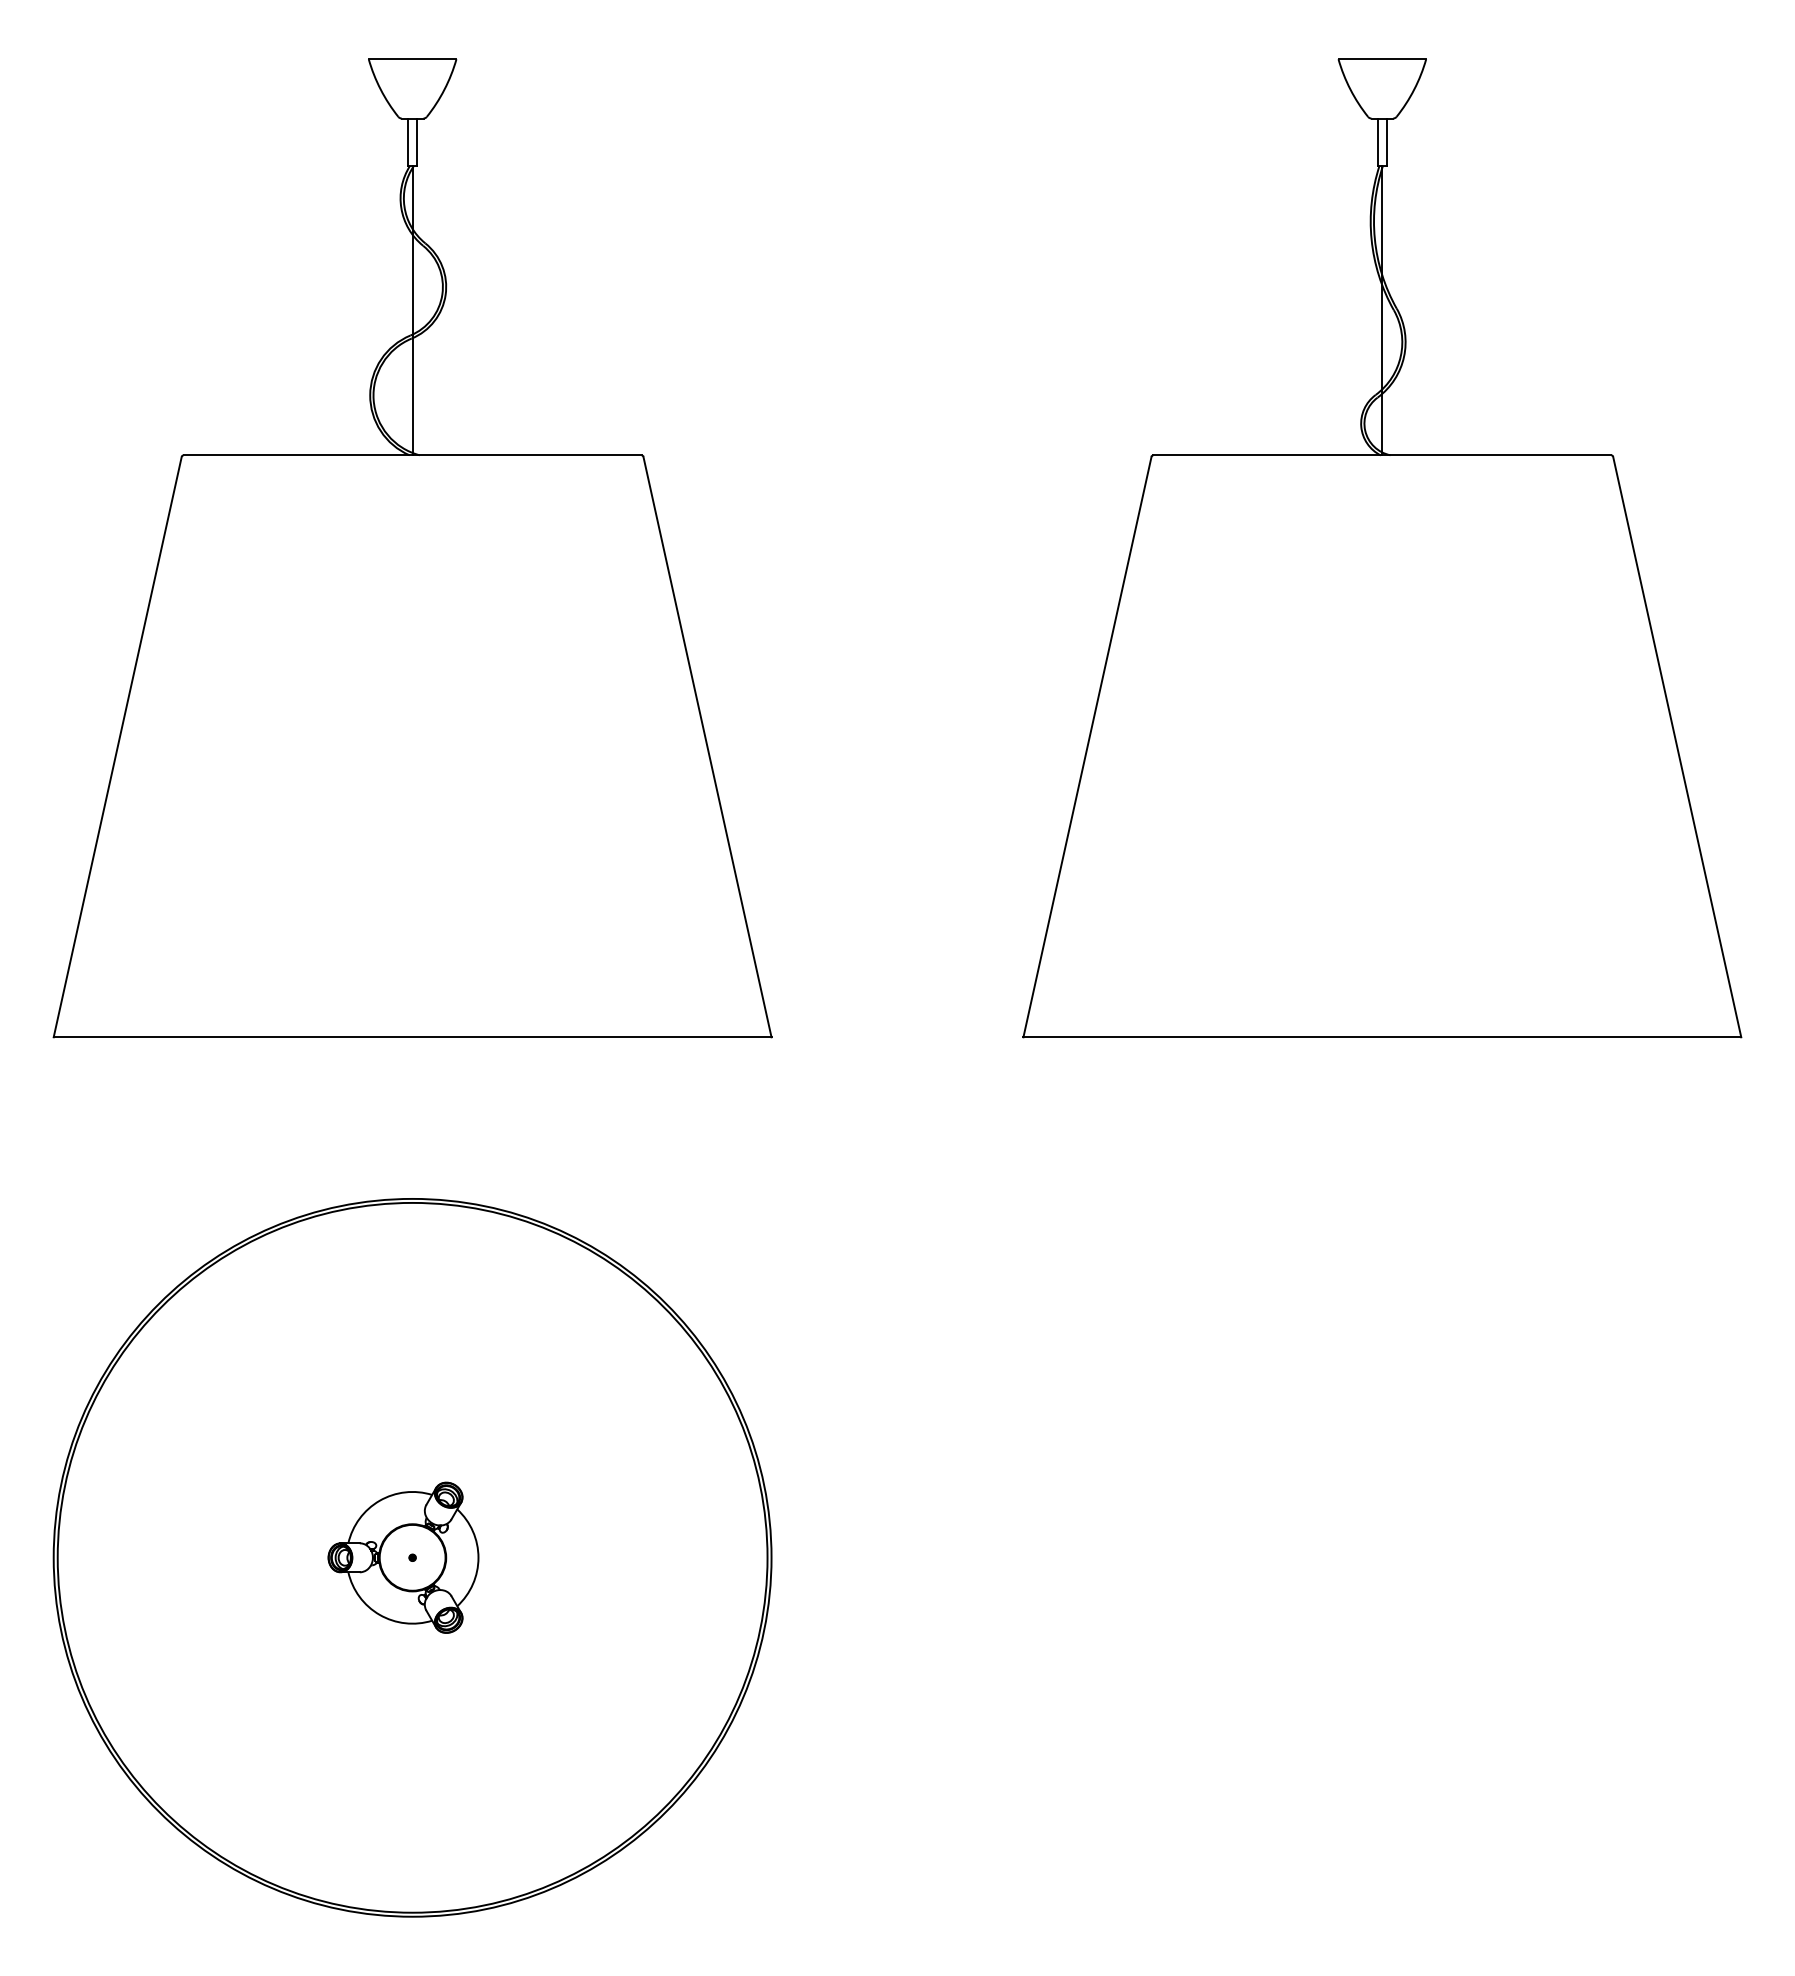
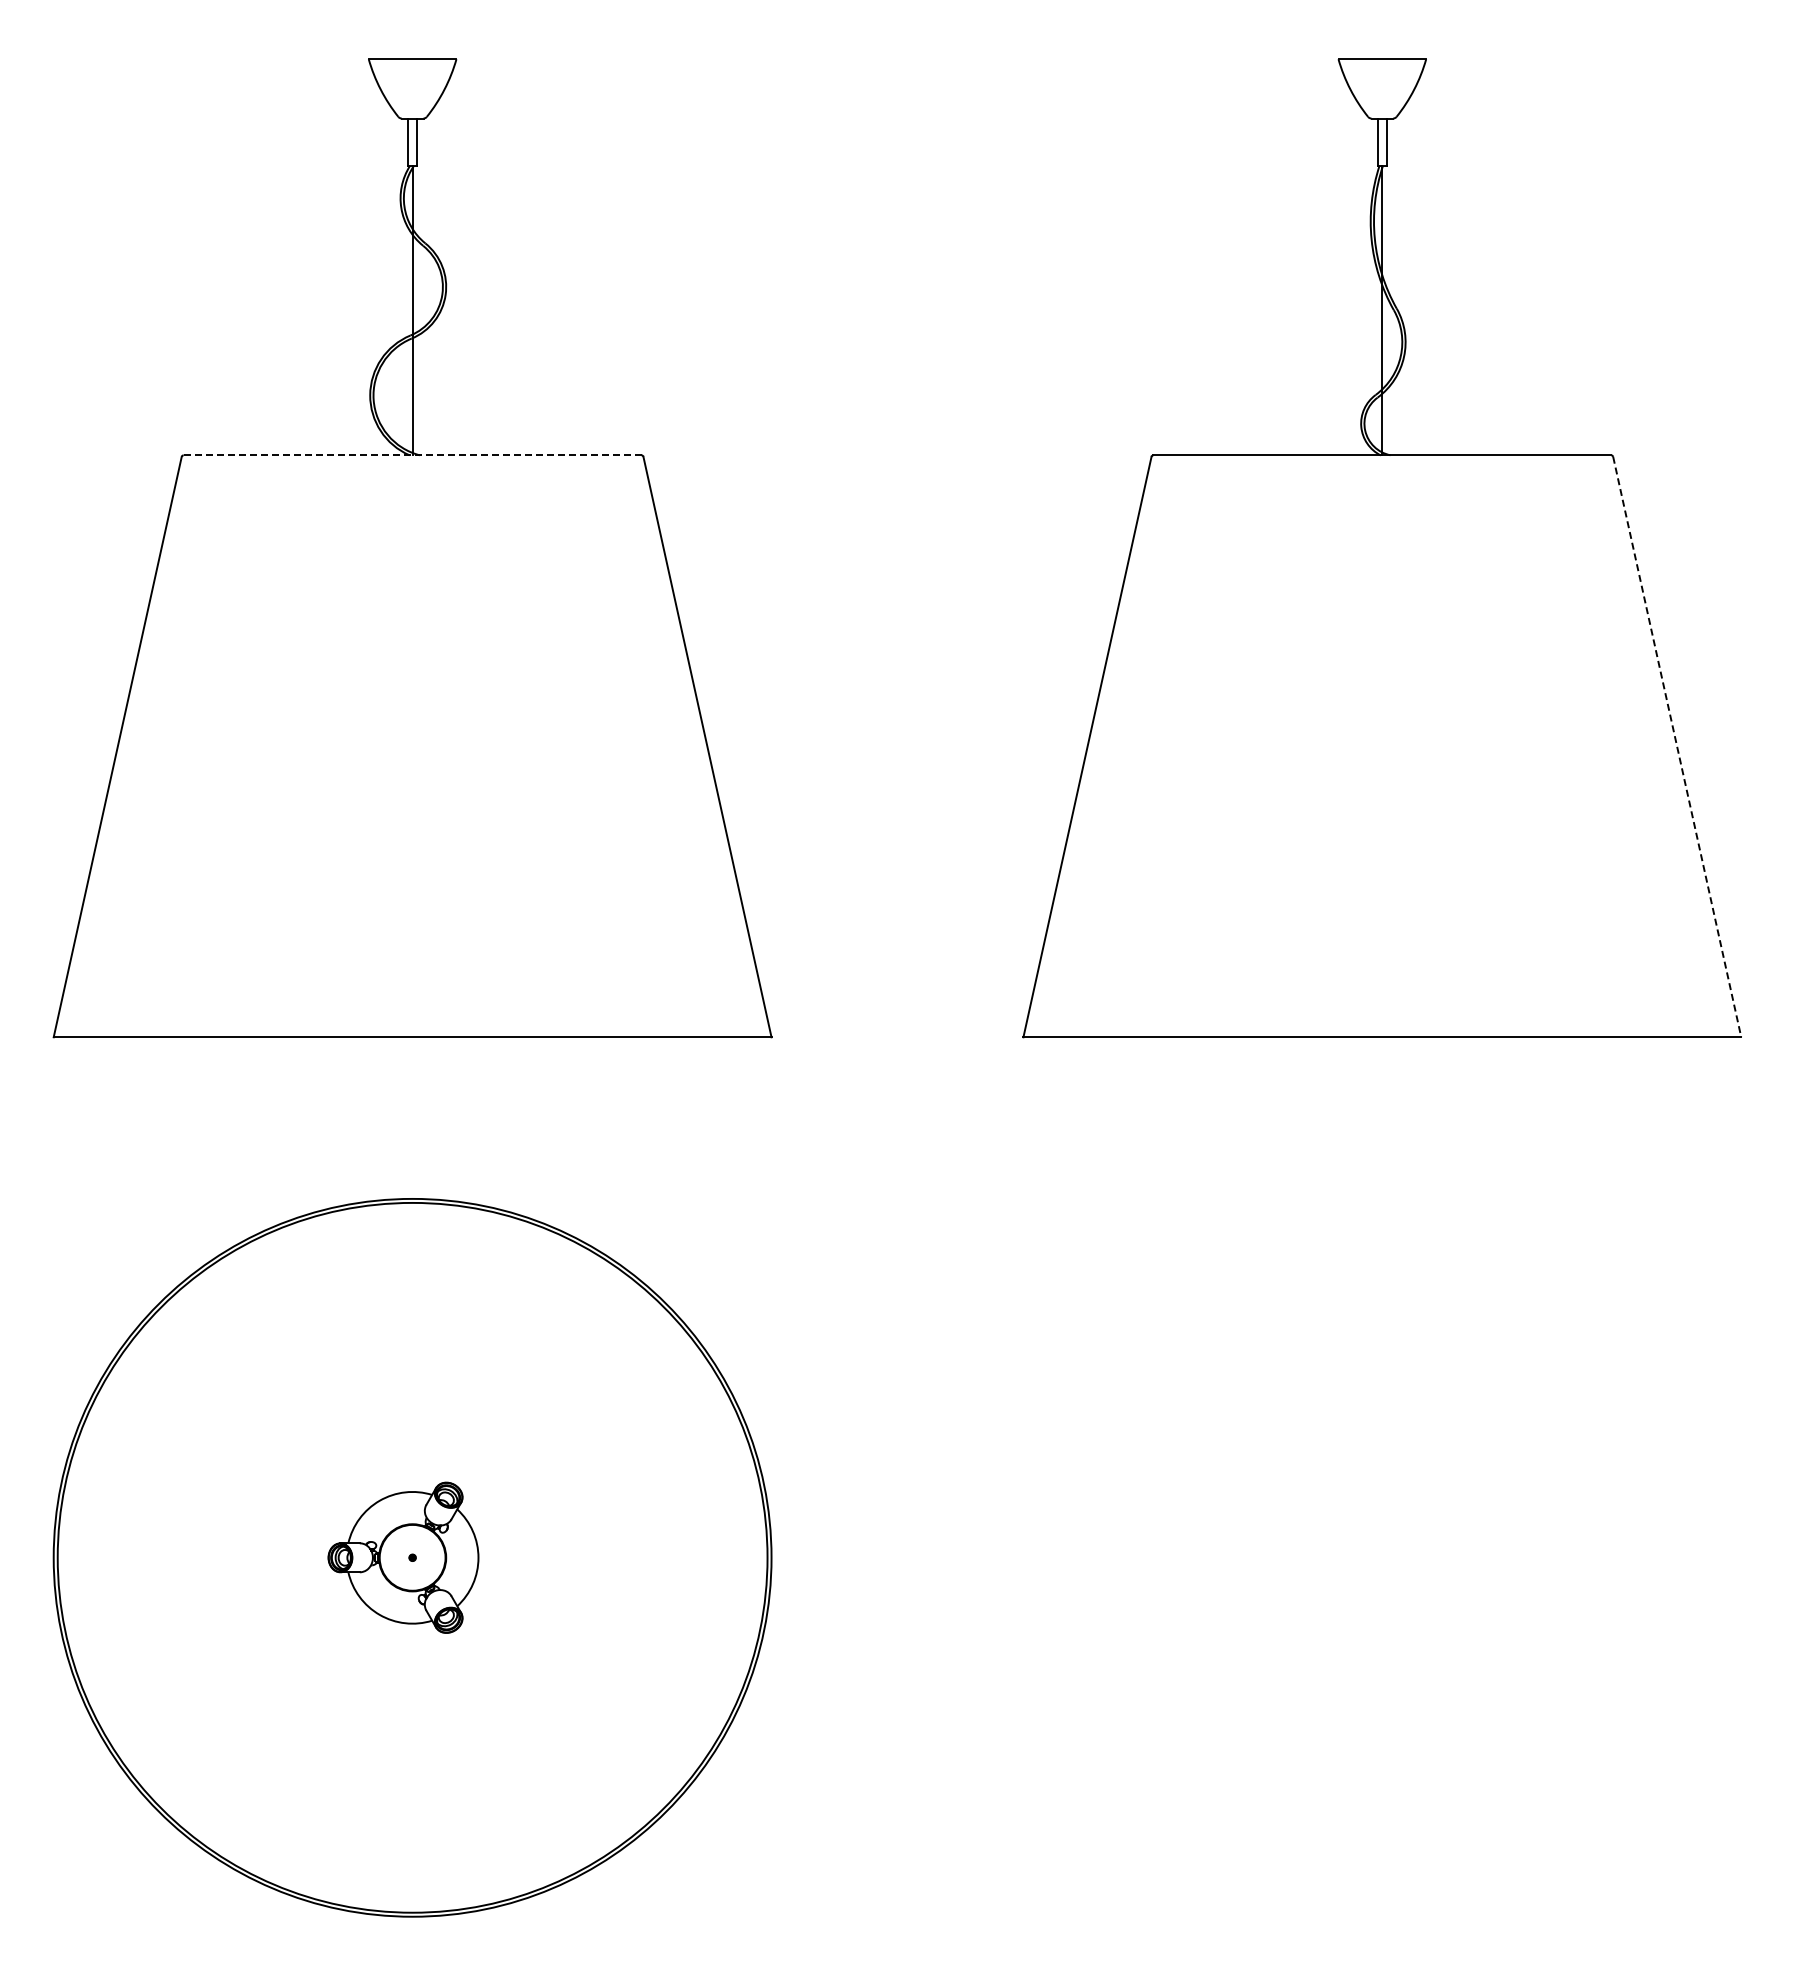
line at (412, 455): solid -> dashed
line at (1677, 747): solid -> dashed
